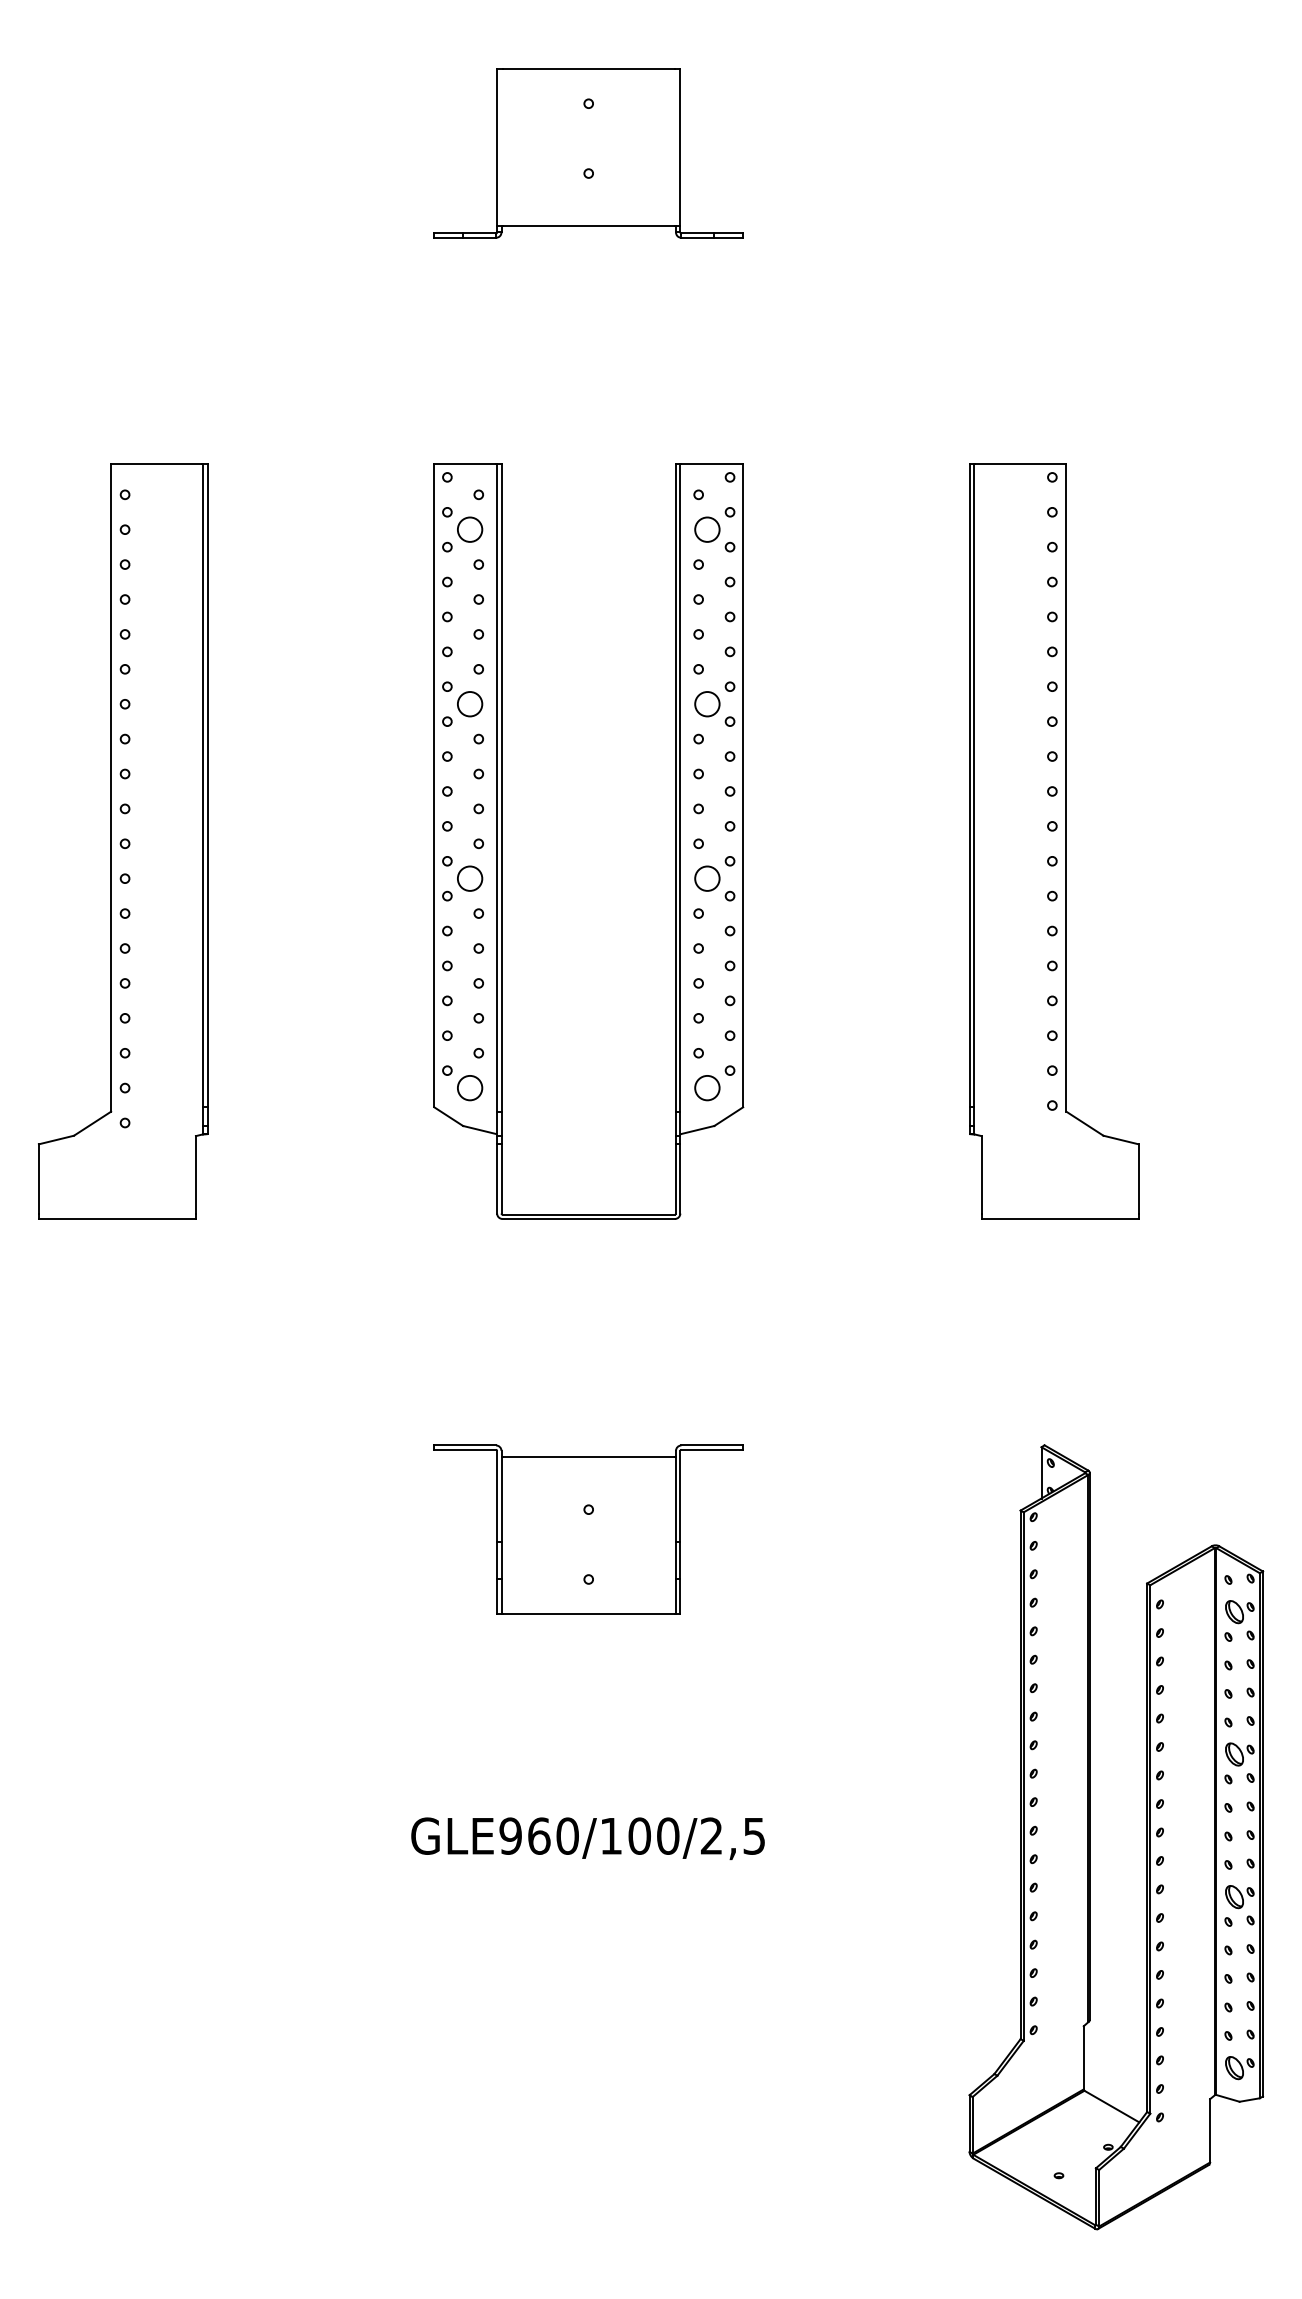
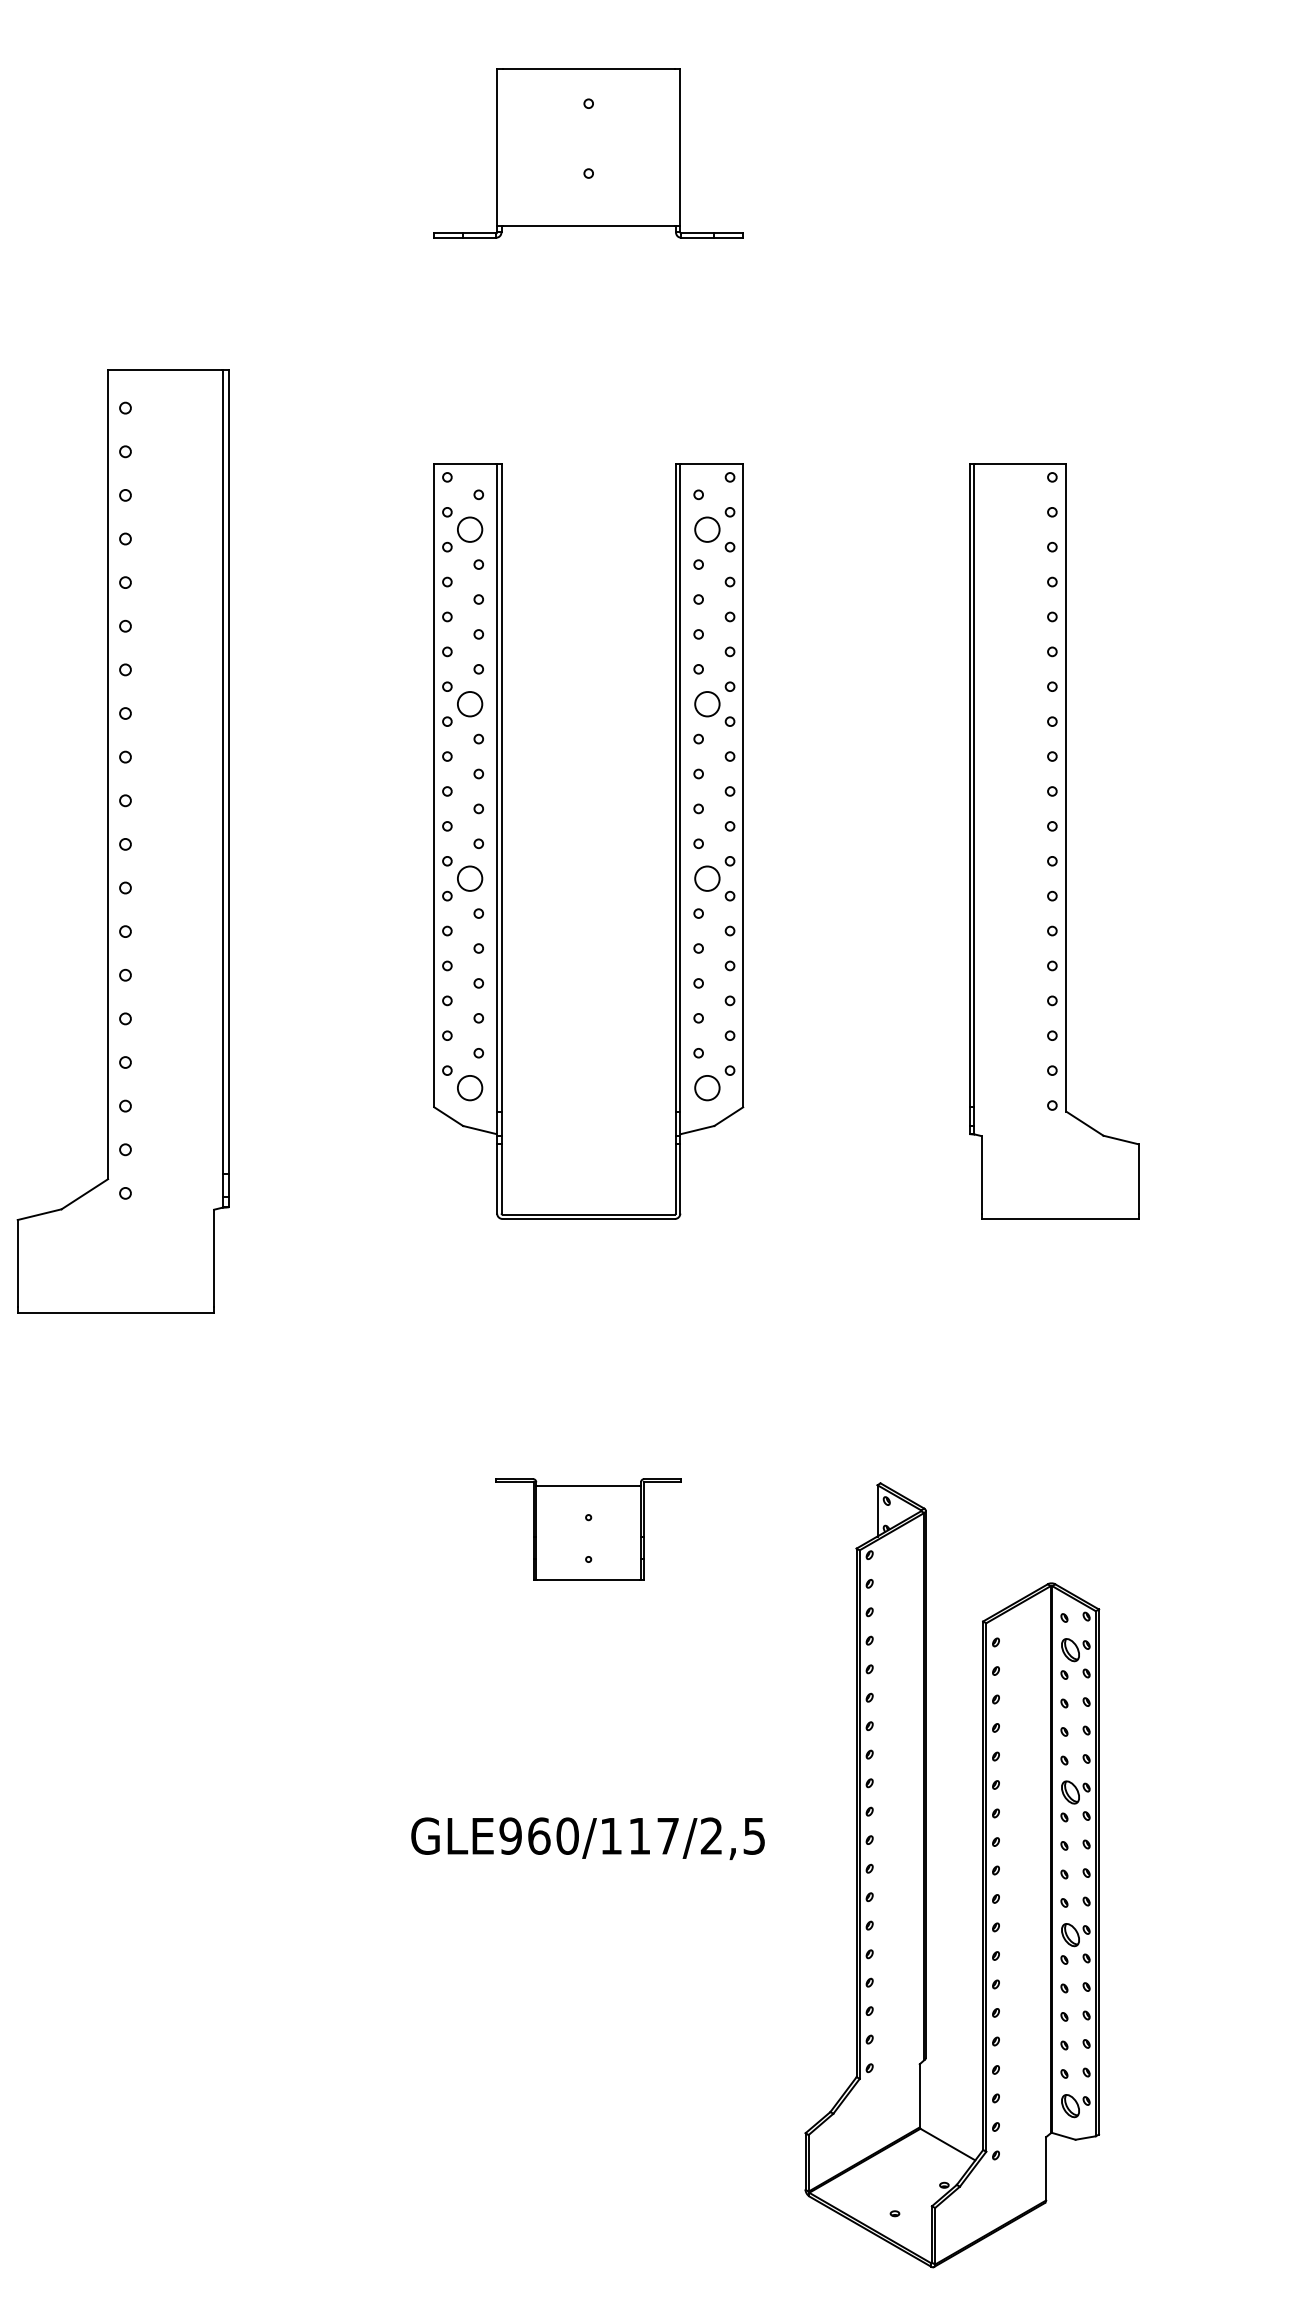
part at (123, 841) size: 171x757 px -> 214x945 px
part at (588, 1529) size: 311x171 px -> 187x103 px
text at (653, 1835): GLE960/100/2,5 -> GLE960/117/2,5
part at (1090, 1837) position: (1090, 1837) -> (926, 1875)
